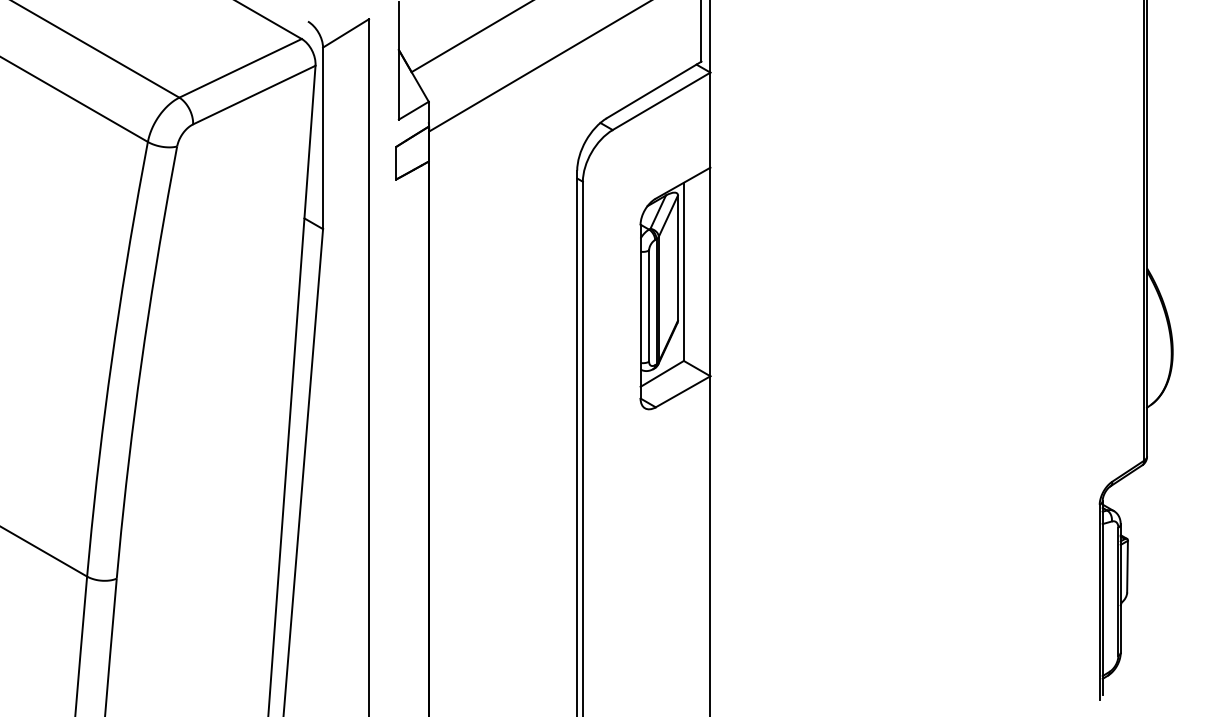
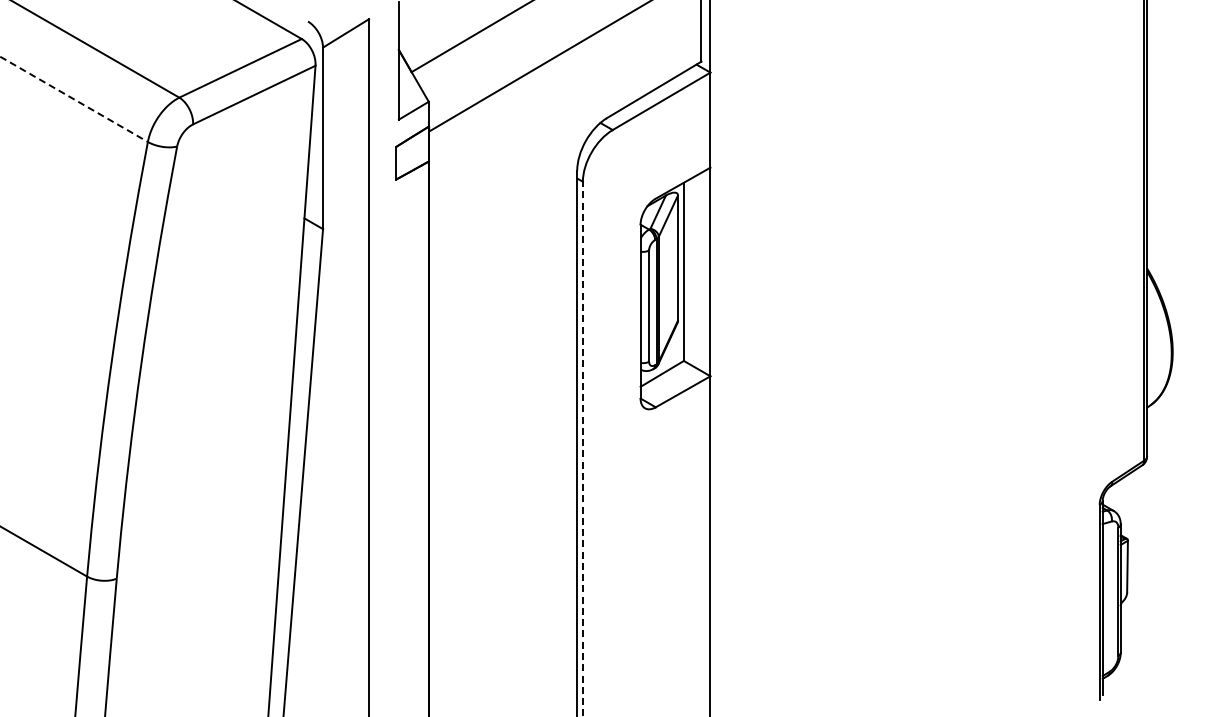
line at (74, 99): solid -> dashed
line at (582, 448): solid -> dashed
